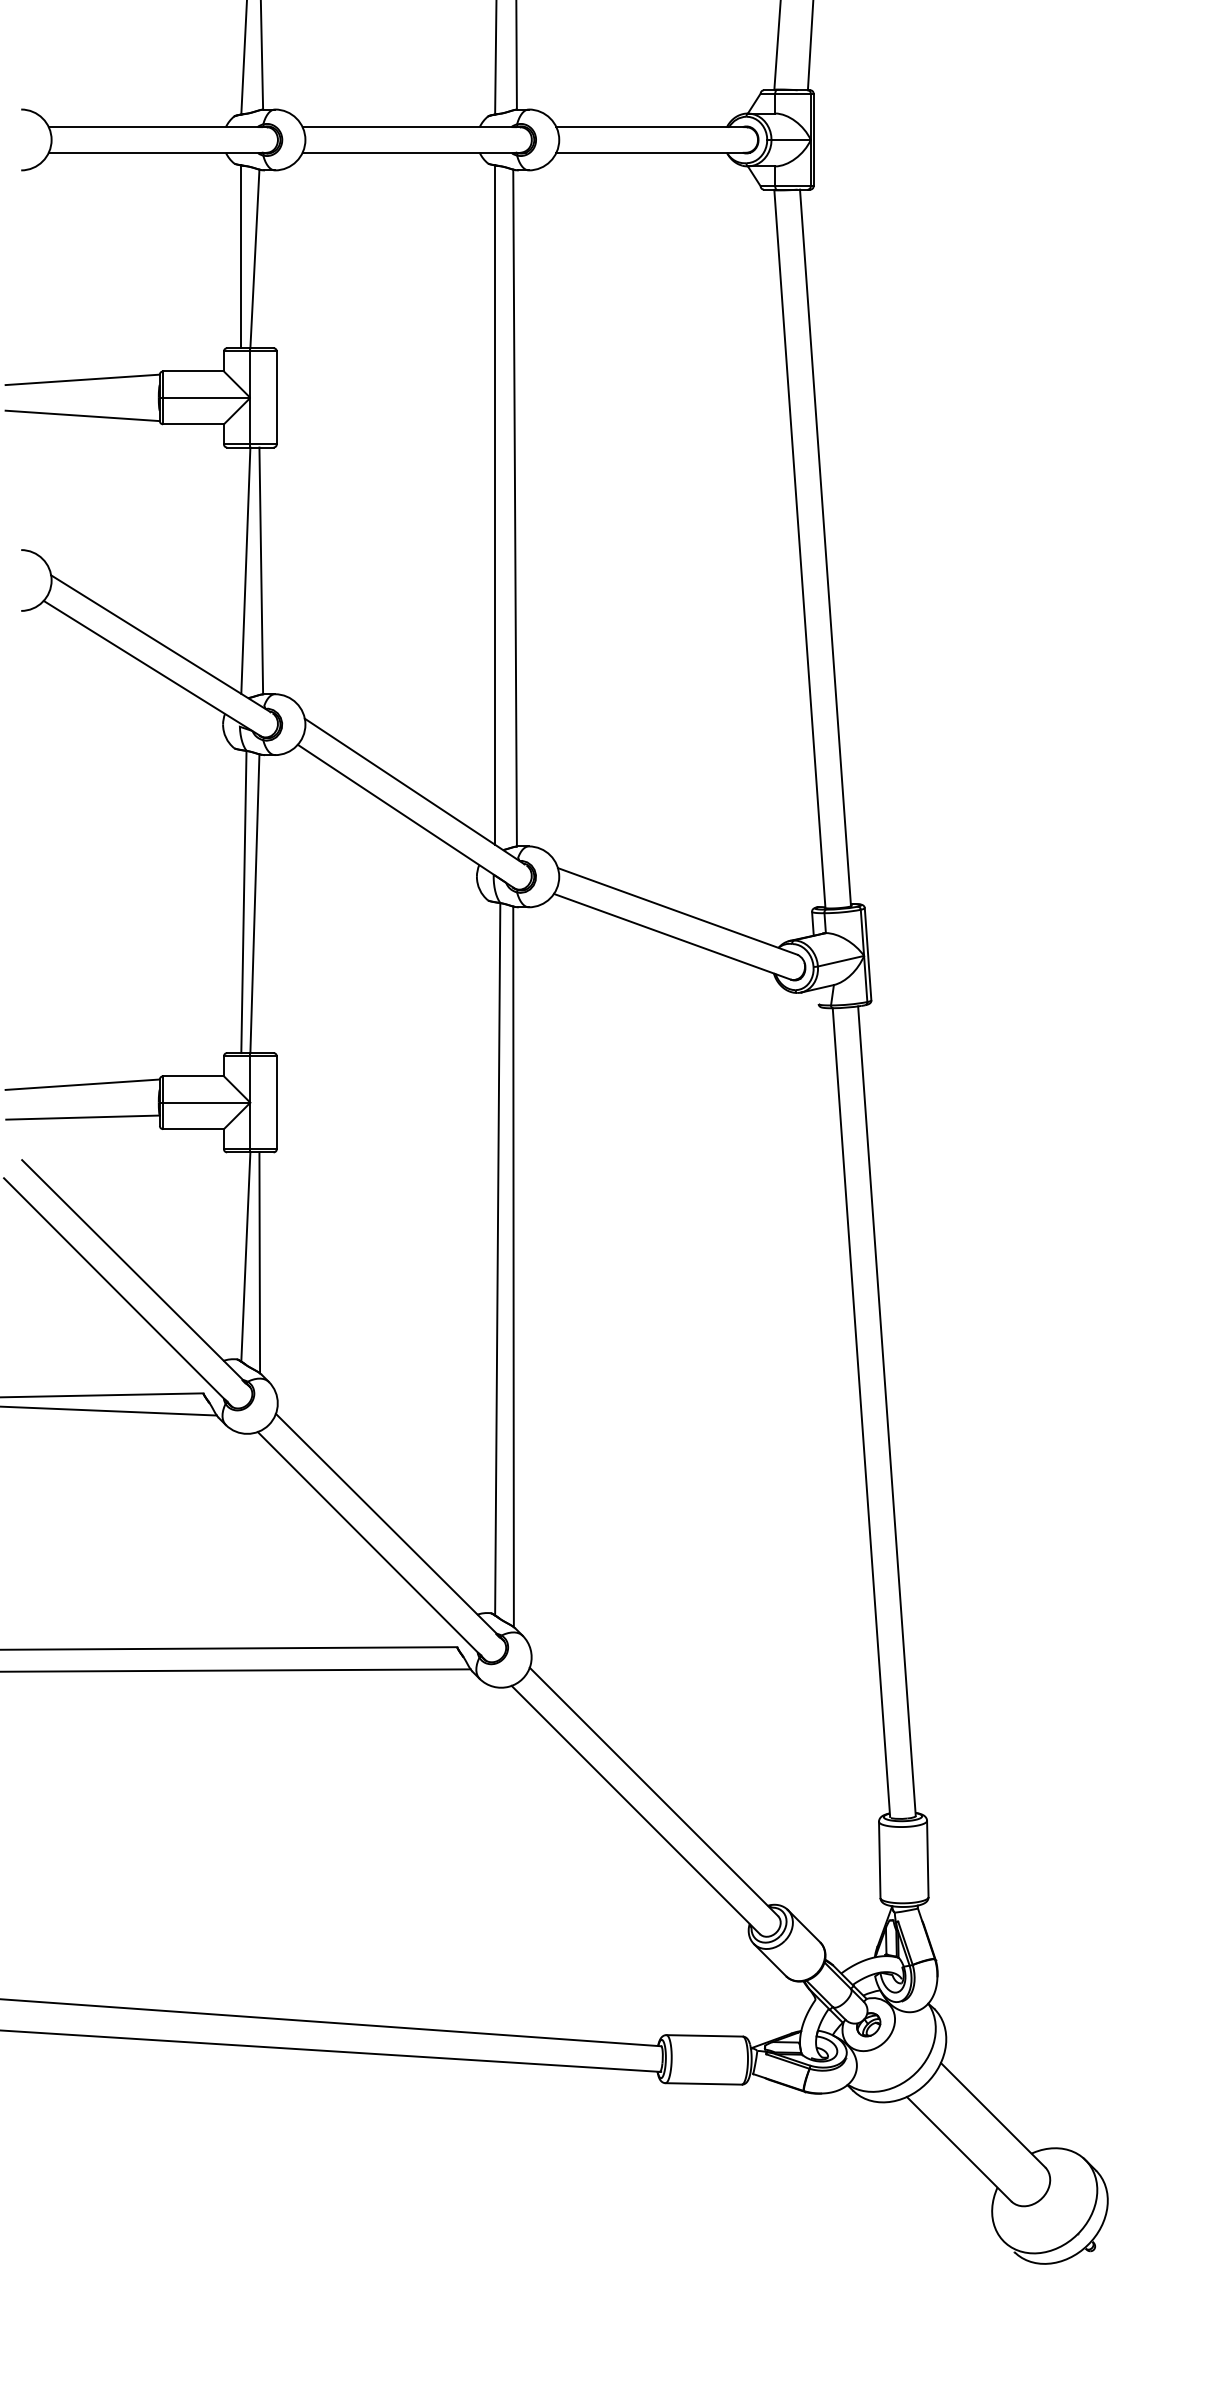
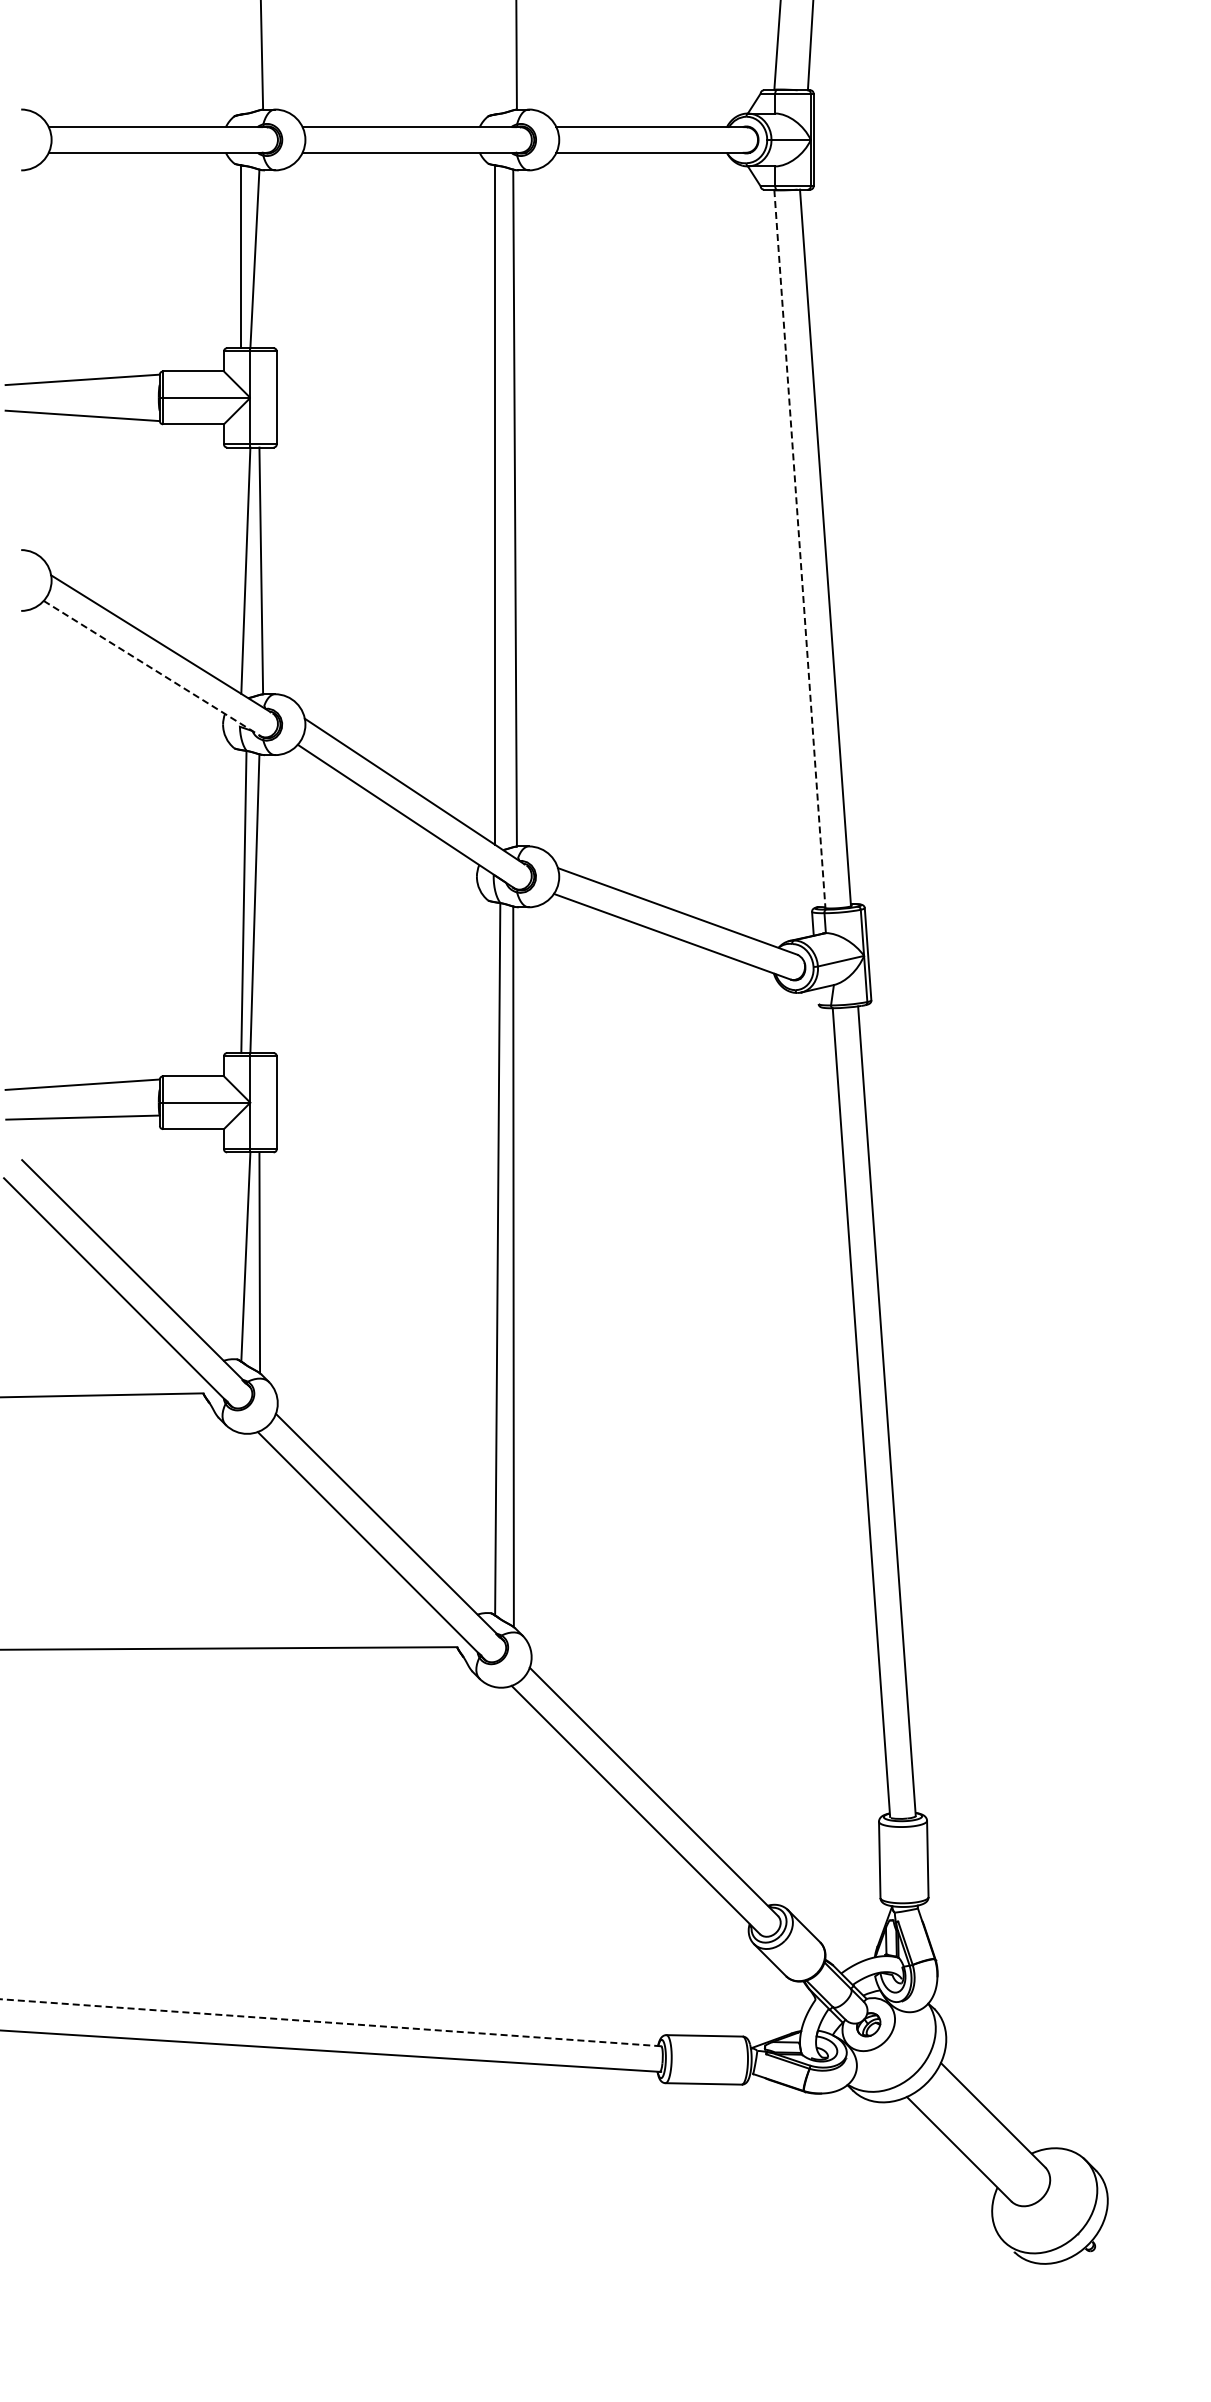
line at (243, 58): present -> none
line at (495, 58): present -> none
line at (799, 549): solid -> dashed
line at (152, 668): solid -> dashed
line at (109, 1410): present -> none
line at (236, 1670): present -> none
line at (330, 2022): solid -> dashed
